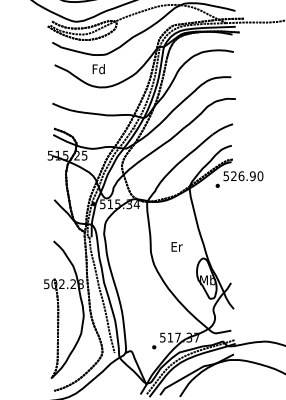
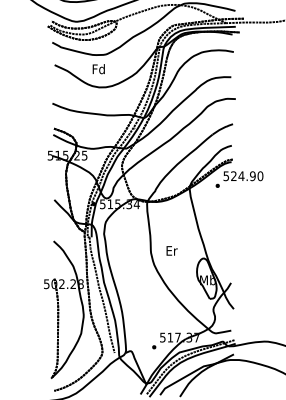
text at (241, 176): 526.90 -> 524.90
text at (176, 246) position: (176, 246) -> (171, 250)
